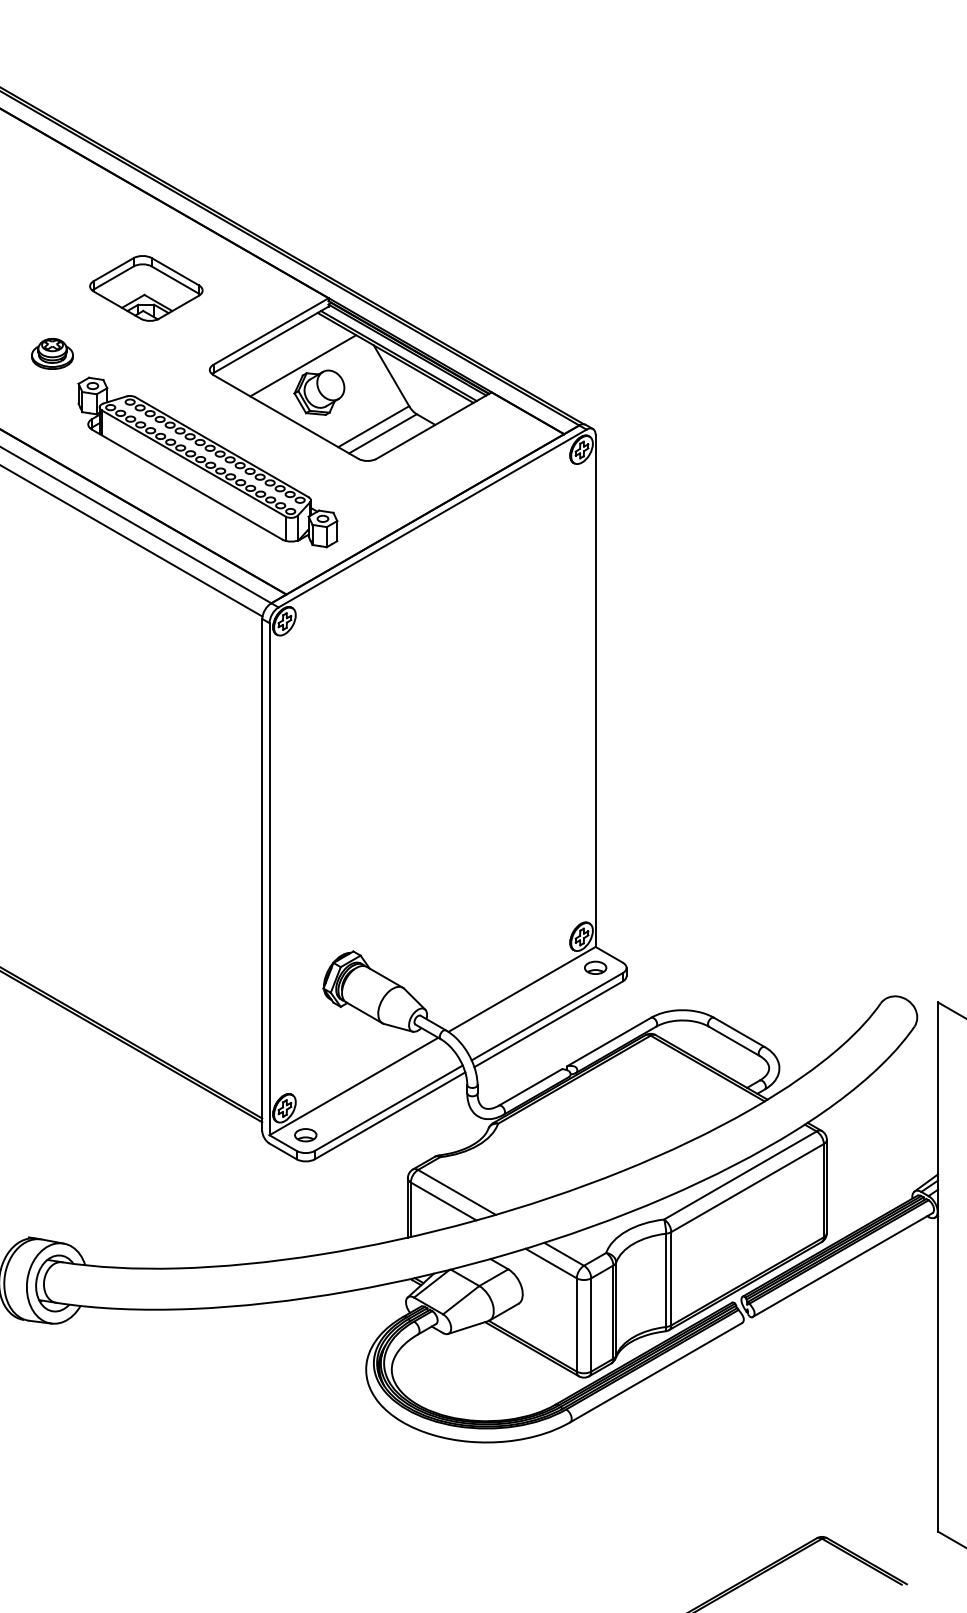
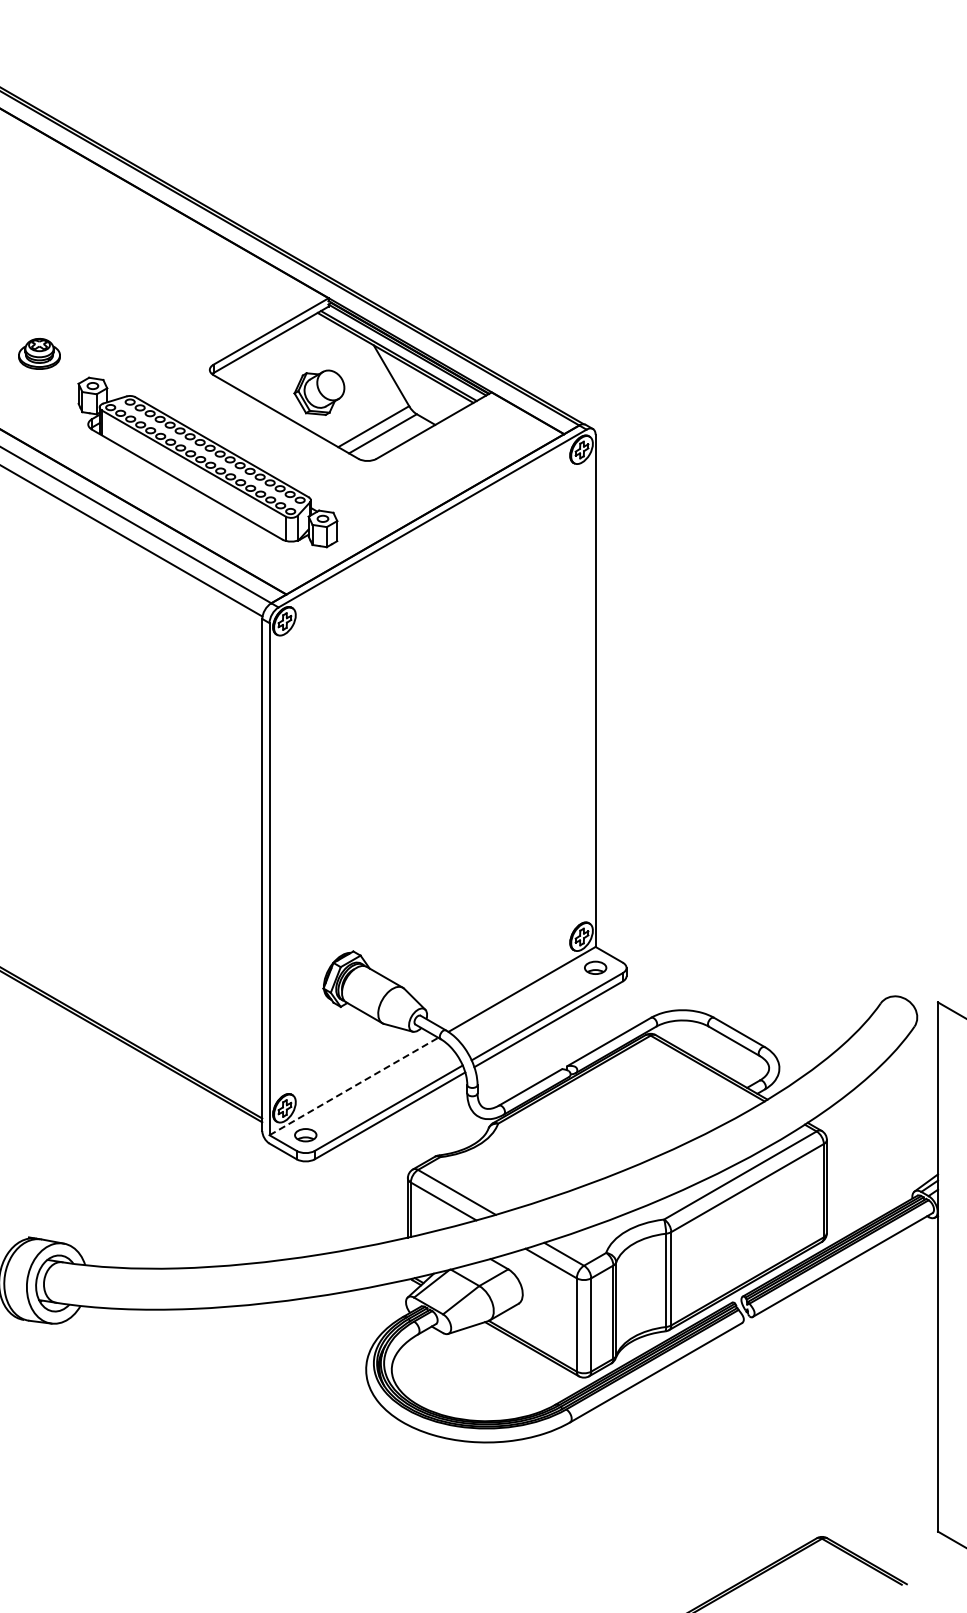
part at (146, 288): present -> none
part at (52, 353) position: (52, 353) -> (39, 353)
line at (303, 365): present -> none
line at (354, 1086): solid -> dashed
